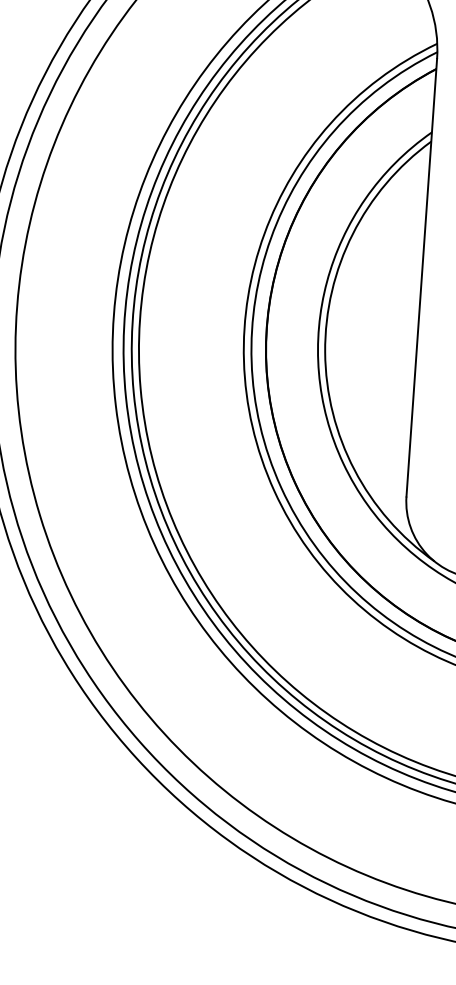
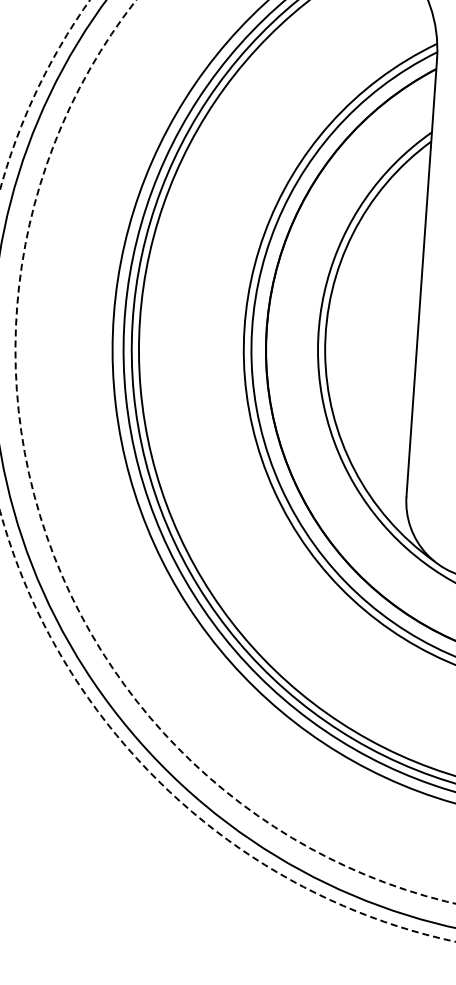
arc at (48, 540): solid -> dashed
arc at (98, 711): solid -> dashed
